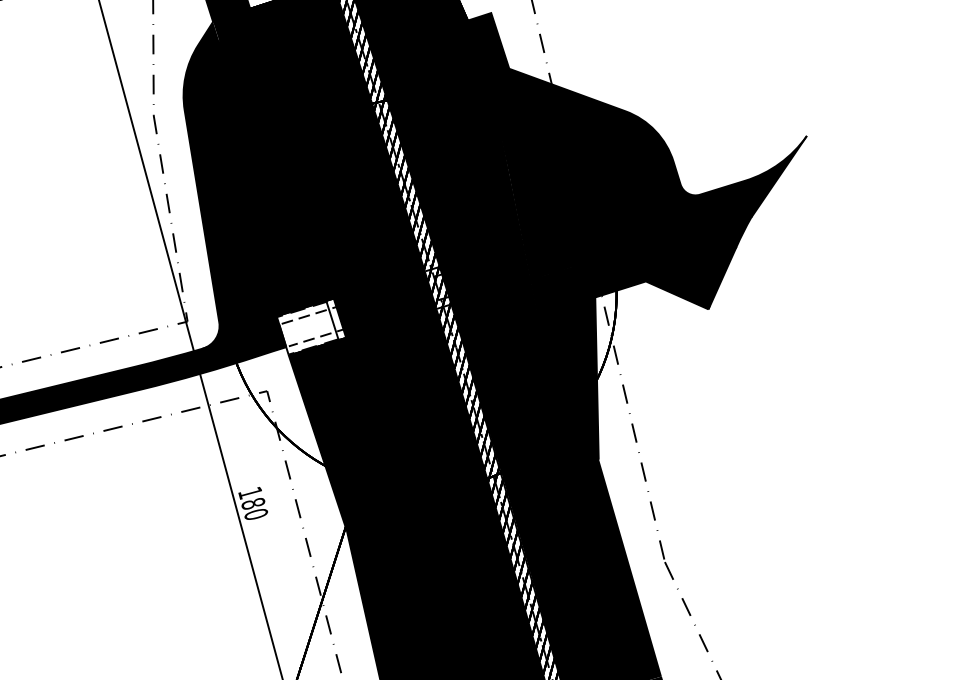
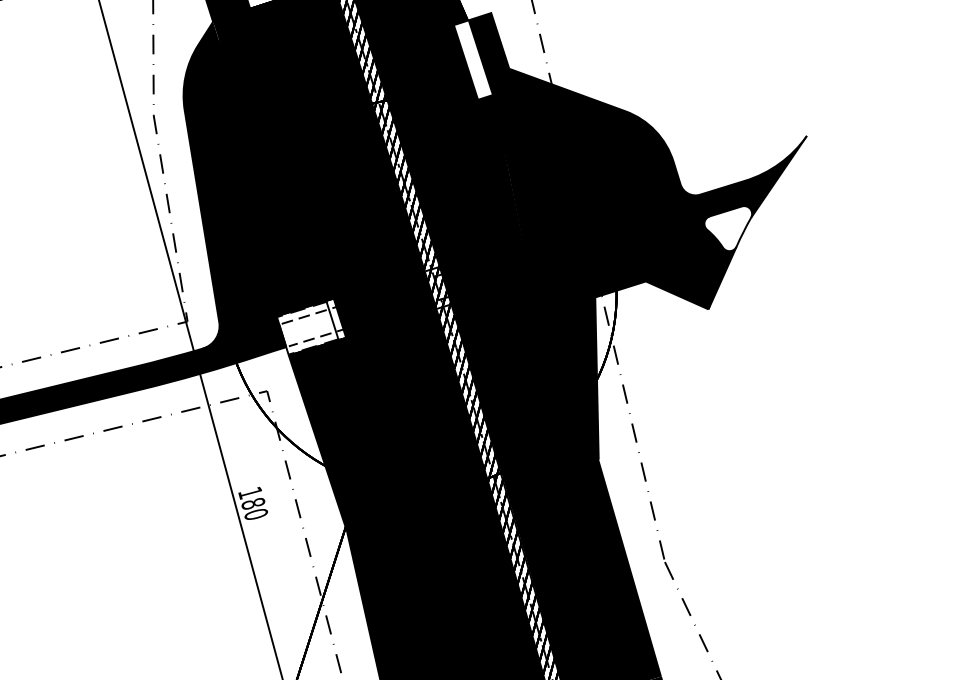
fill at (472, 59): present -> none
fill at (728, 228): present -> none
